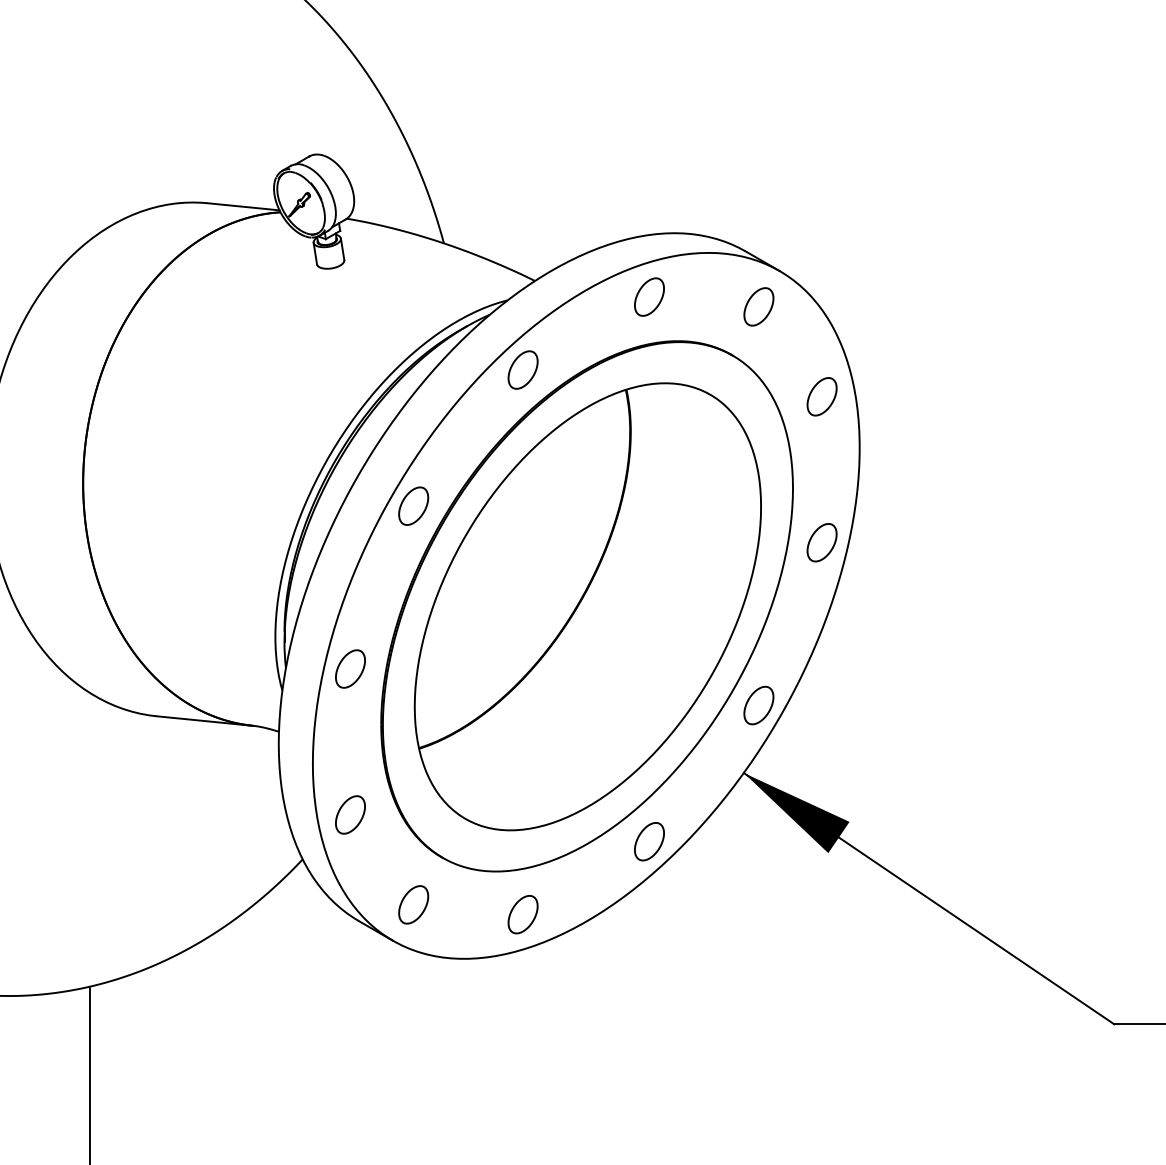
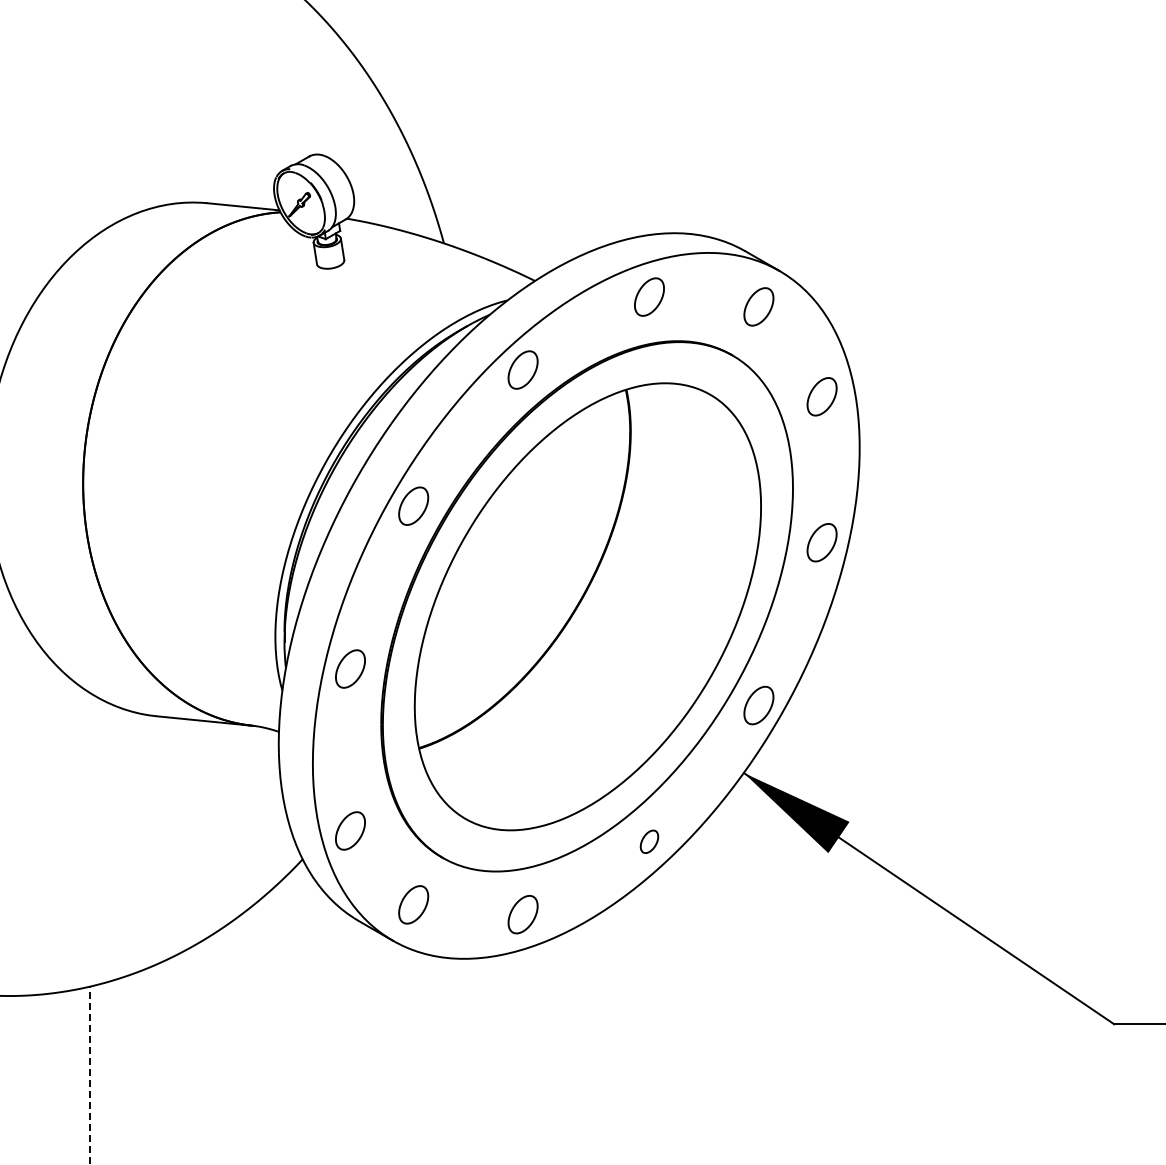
part at (350, 814) position: (350, 814) -> (350, 830)
part at (649, 841) size: 31x40 px -> 21x25 px
line at (89, 1075): solid -> dashed
